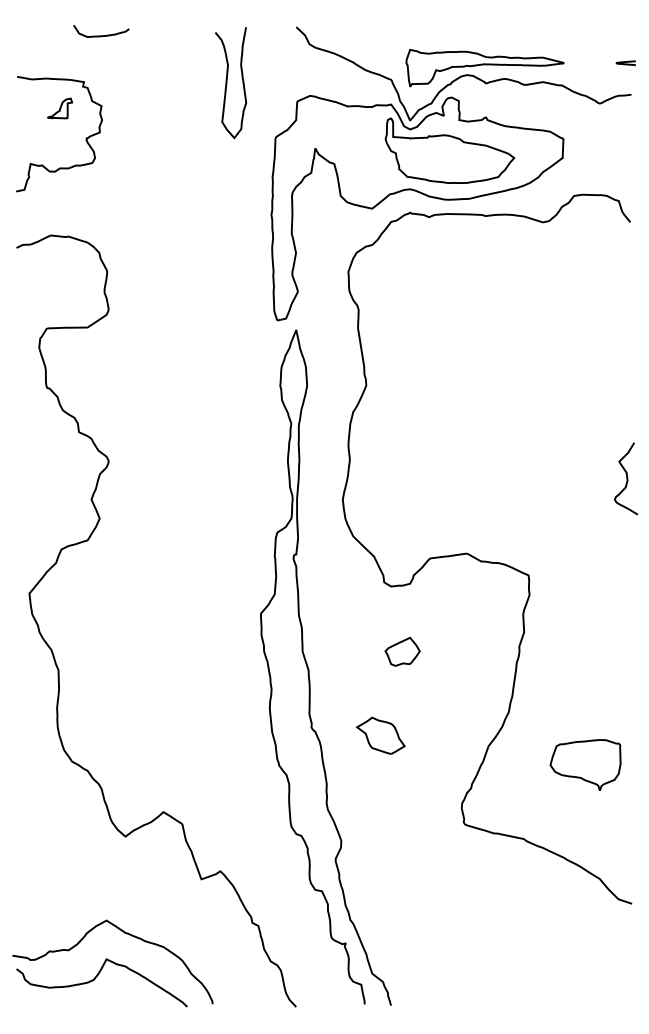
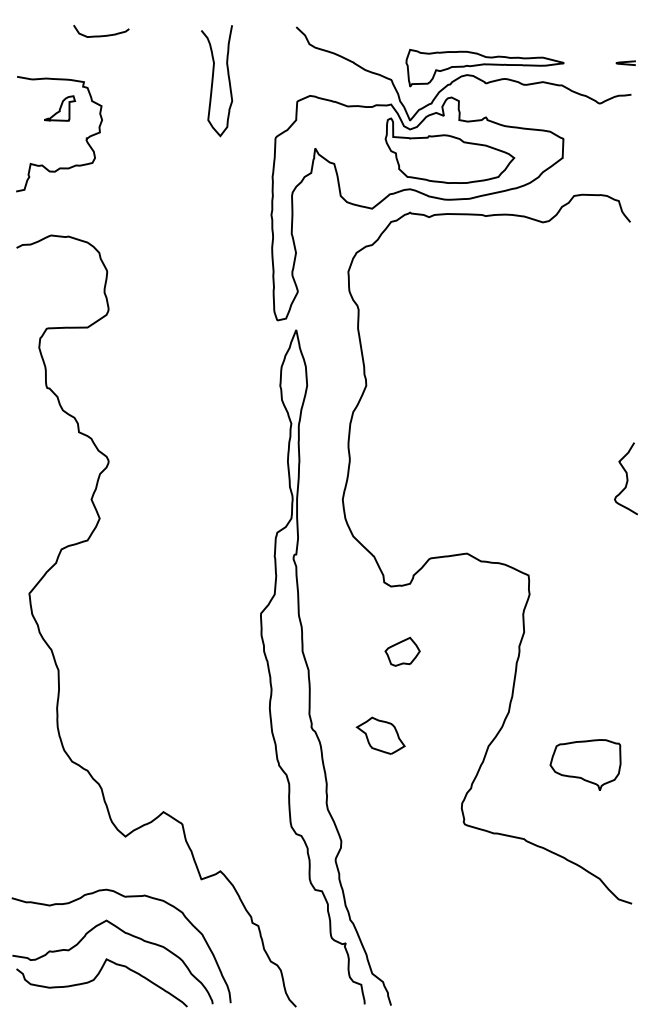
curve at (227, 83) position: (227, 83) -> (213, 81)
part at (60, 108) size: 27x23 px -> 33x27 px
curve at (123, 897): none -> present
